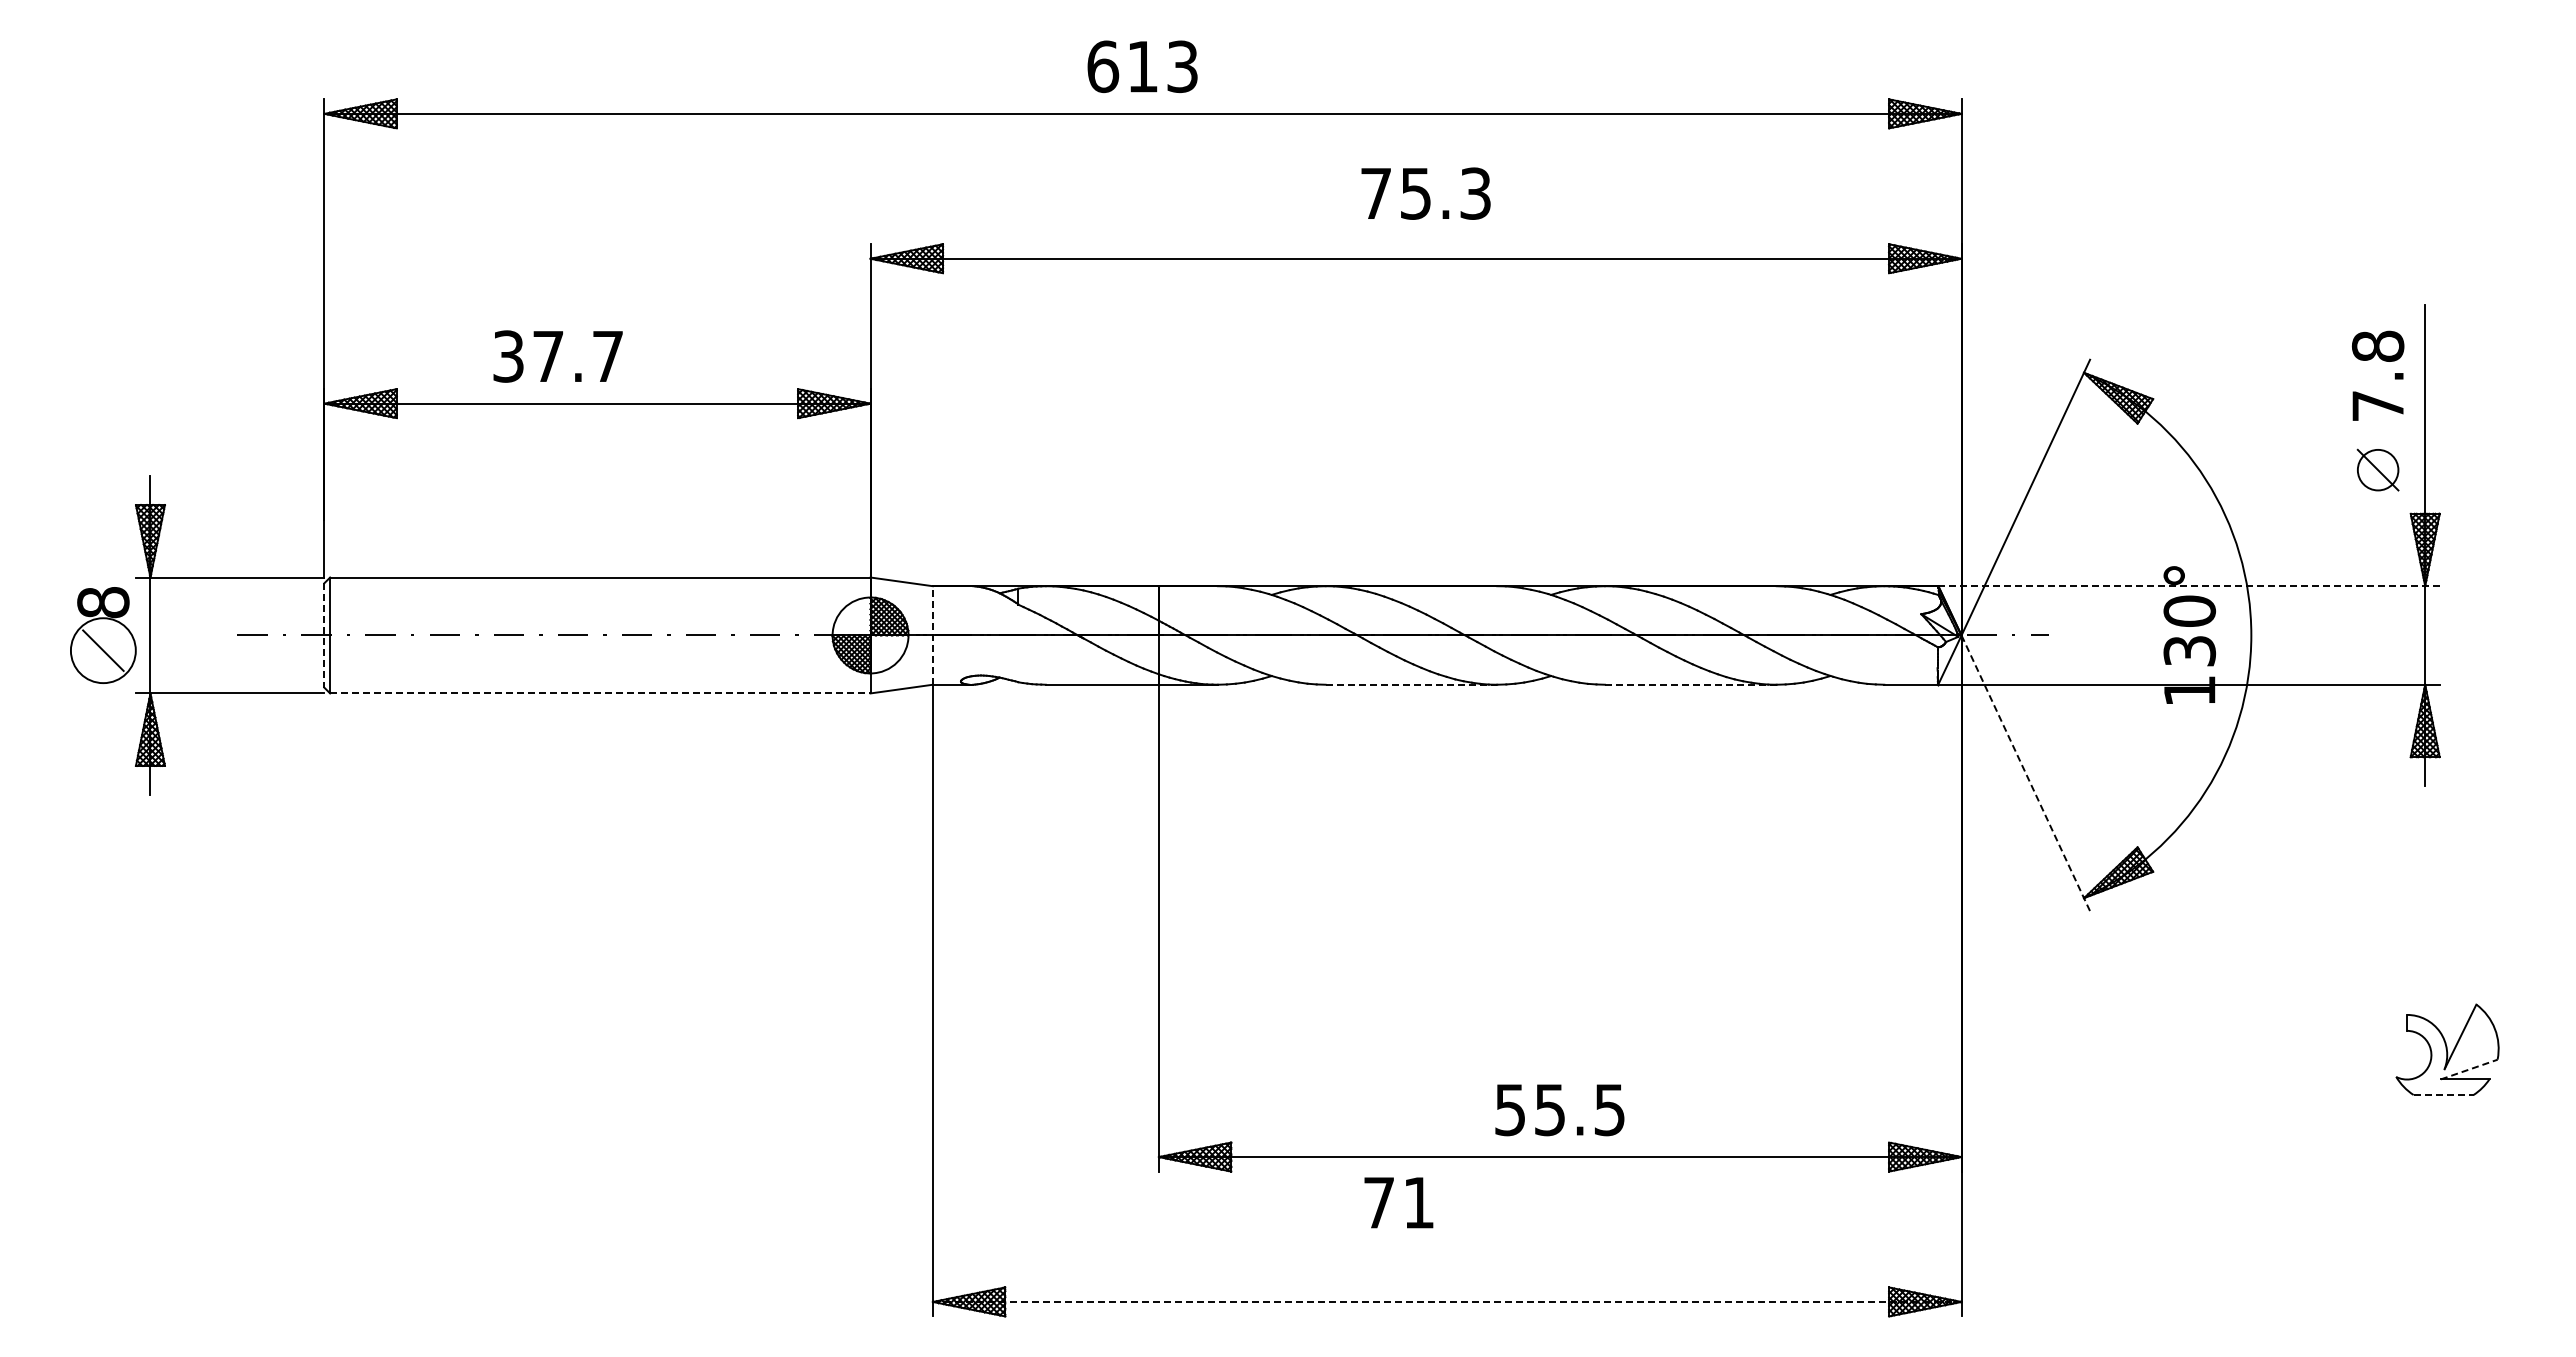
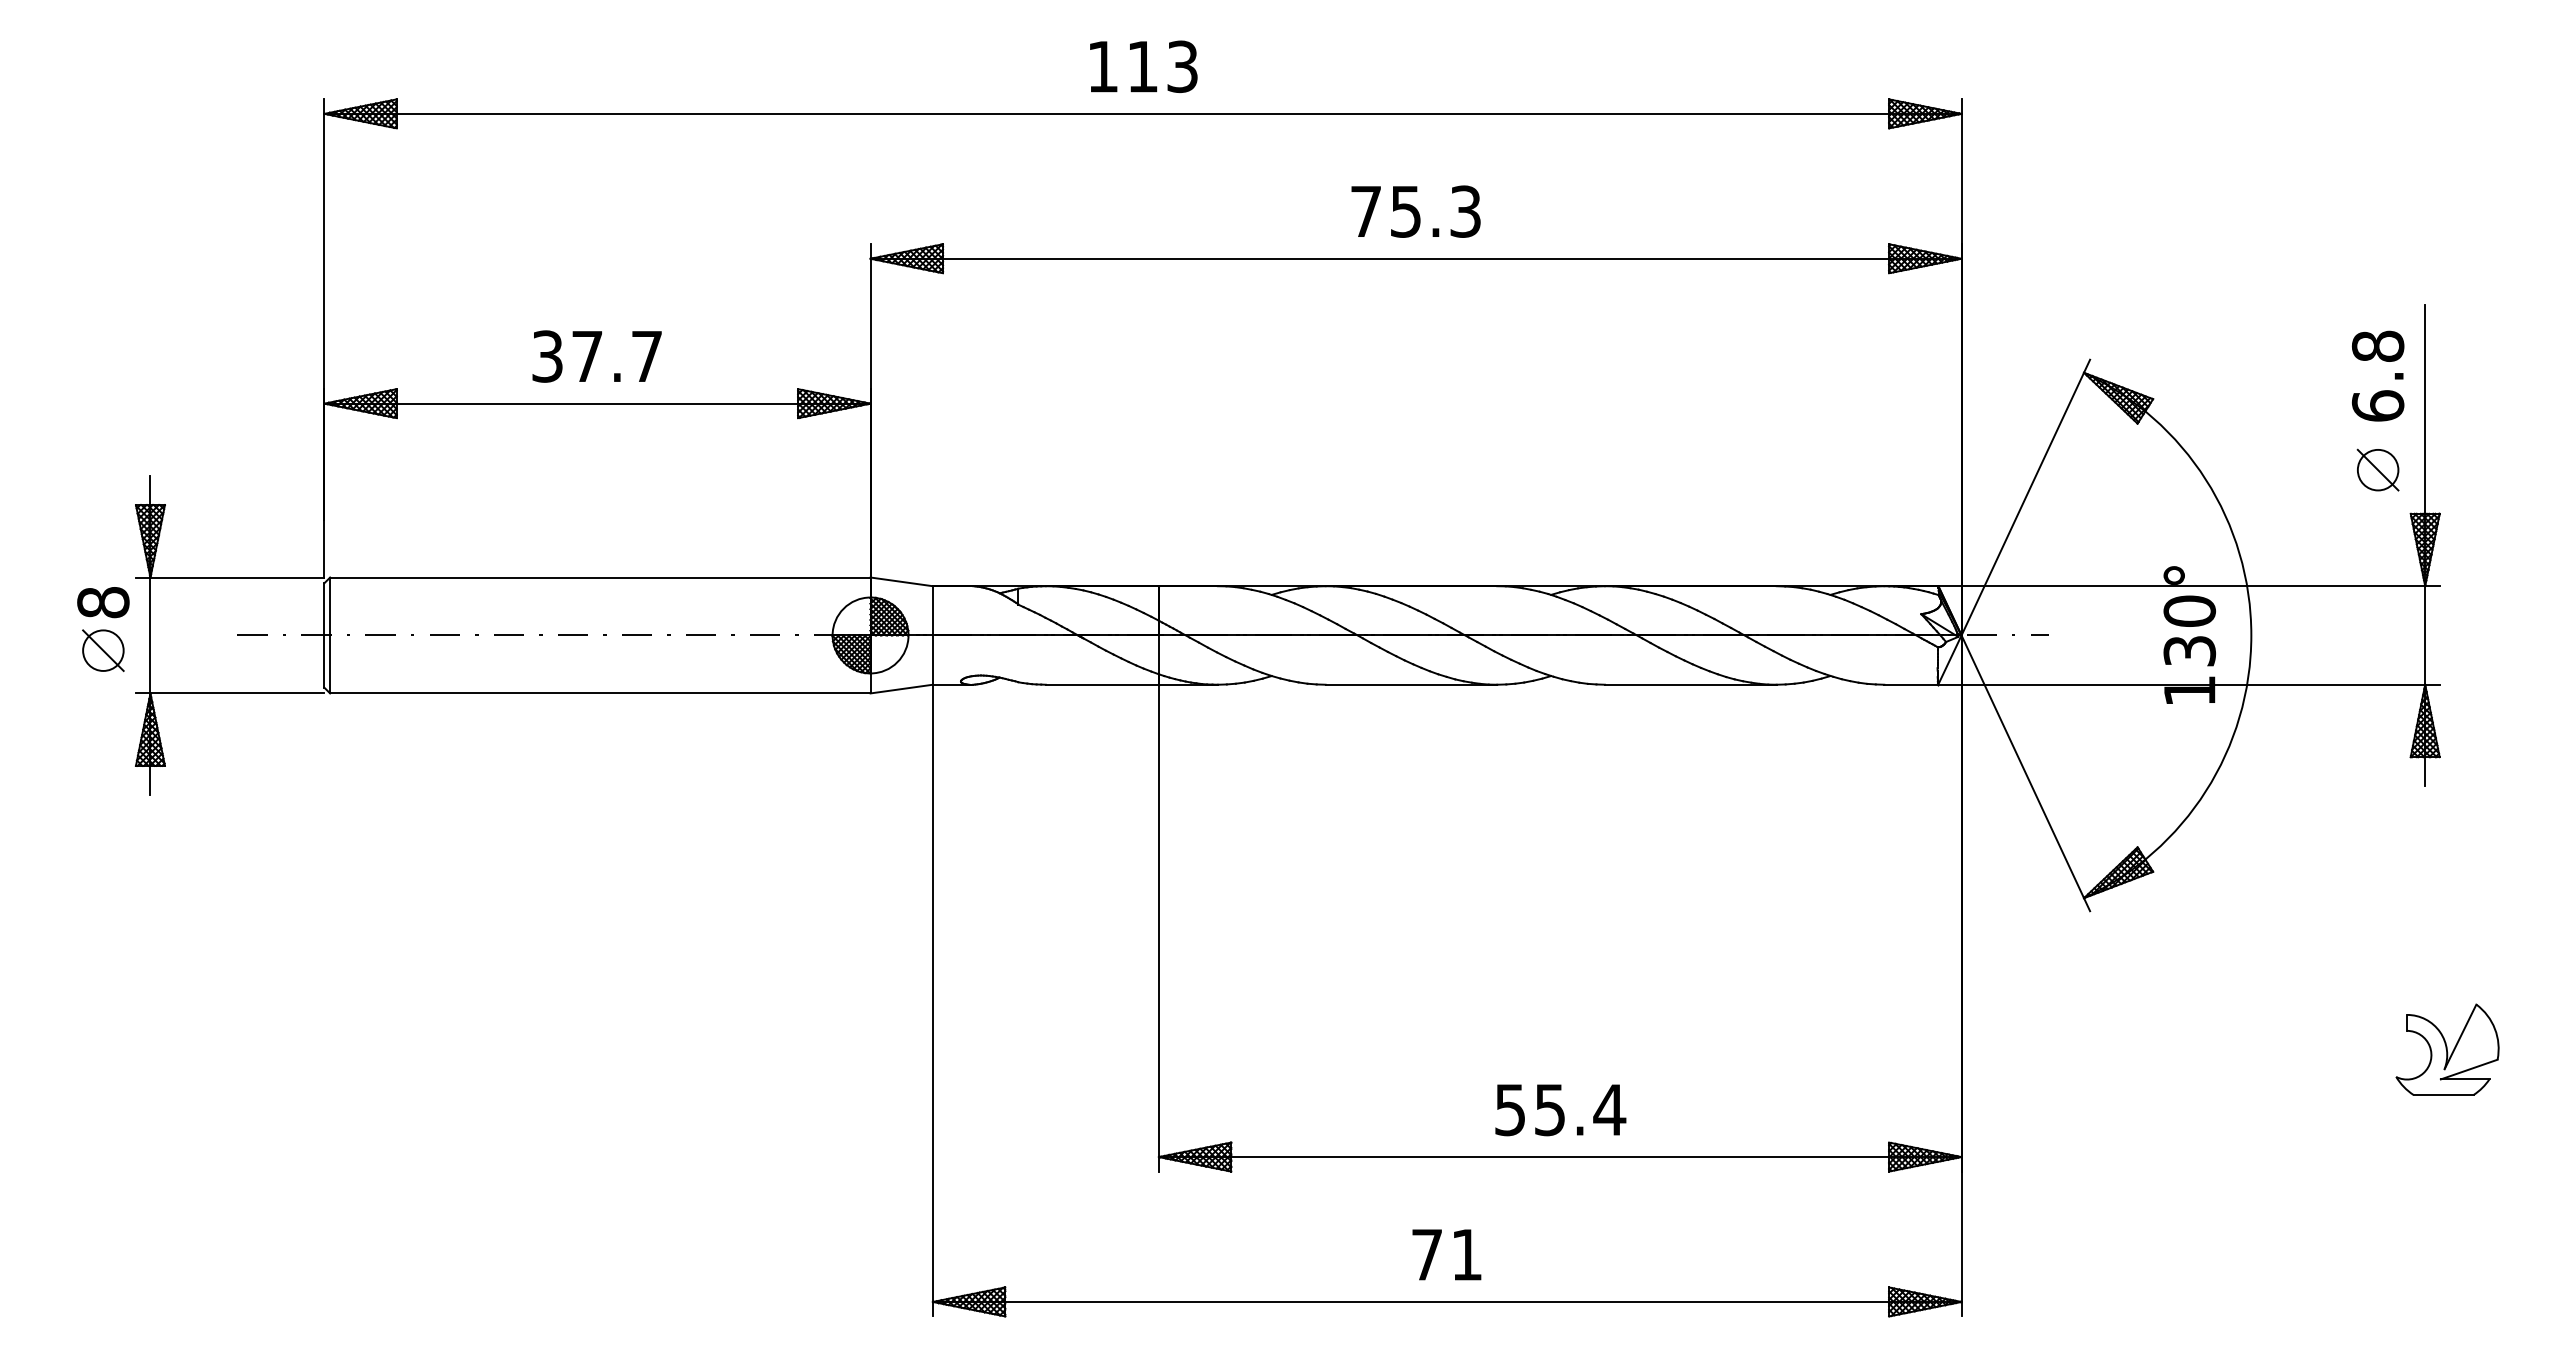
text at (1103, 66): 613 -> 113
text at (1425, 193) position: (1425, 193) -> (1415, 211)
text at (557, 356) position: (557, 356) -> (596, 356)
text at (2377, 405): 7.8 -> 6.8
line at (2189, 586): dashed -> solid
line at (932, 634): dashed -> solid
line at (324, 635): dashed -> solid
circle at (102, 650) diameter: 65 px -> 41 px
line at (1411, 684): dashed -> solid
line at (1690, 684): dashed -> solid
line at (600, 693): dashed -> solid
line at (2026, 773): dashed -> solid
line at (2469, 1069): dashed -> solid
line at (2443, 1095): dashed -> solid
text at (1609, 1110): 55.5 -> 55.4
text at (1398, 1202) position: (1398, 1202) -> (1446, 1254)
line at (1447, 1301): dashed -> solid
